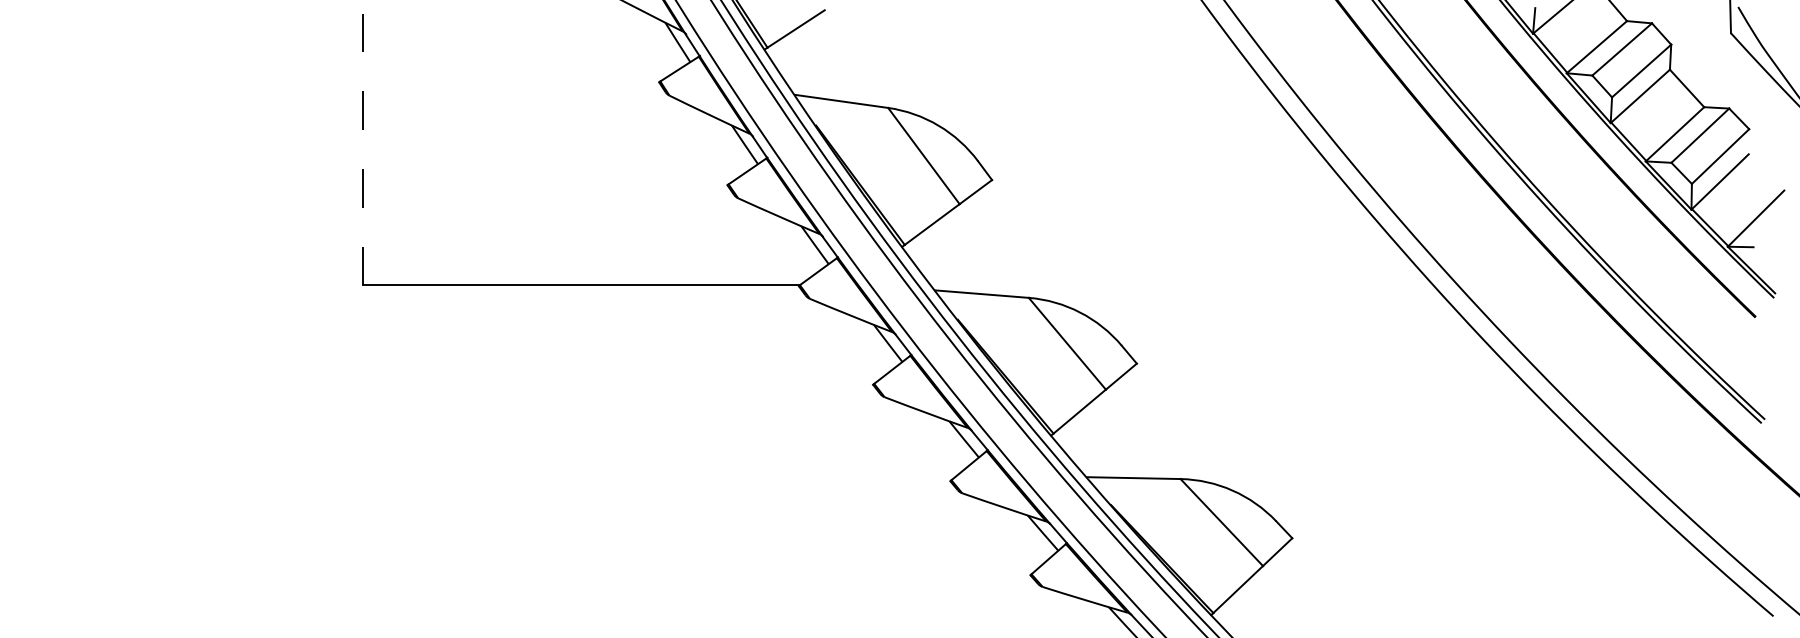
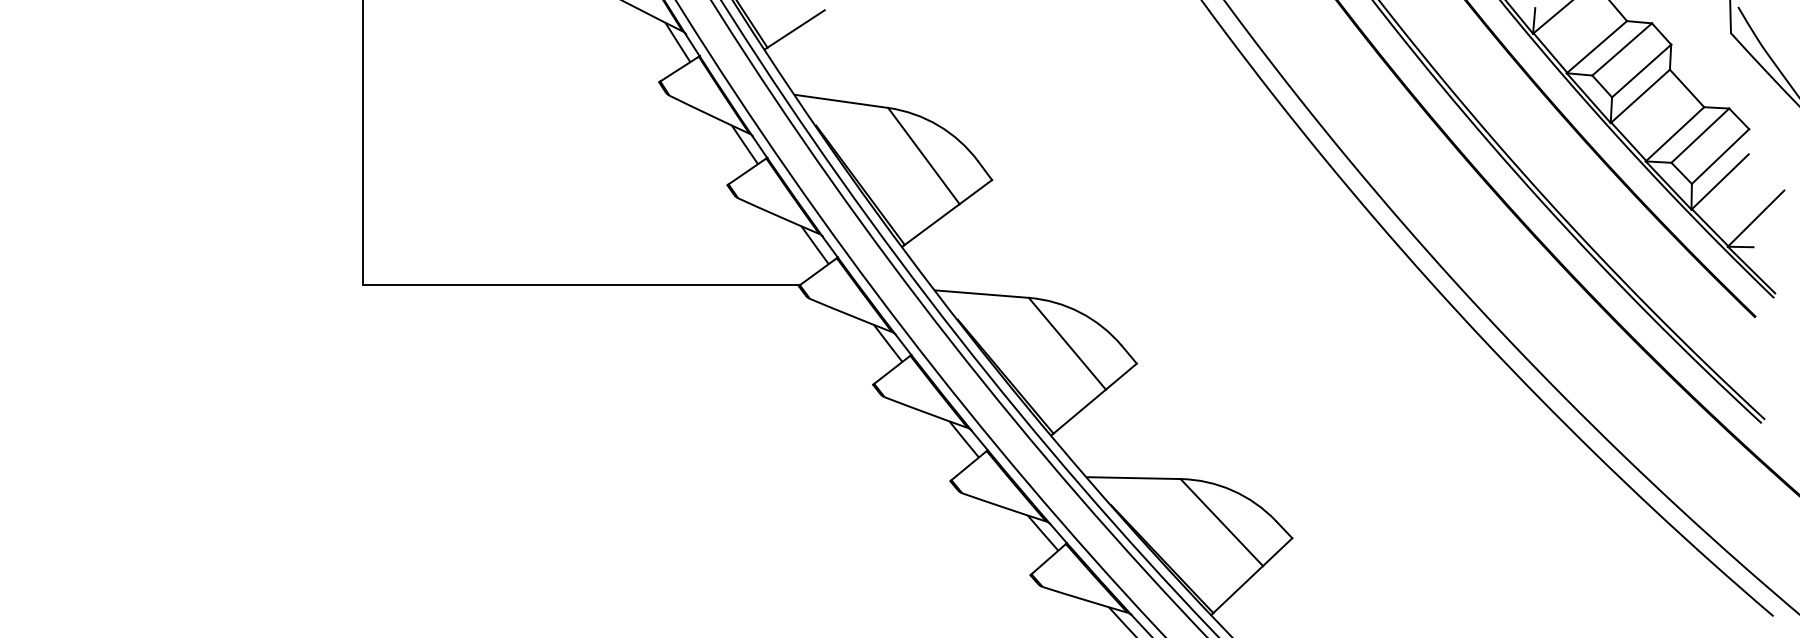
line at (362, 142): dashed -> solid
